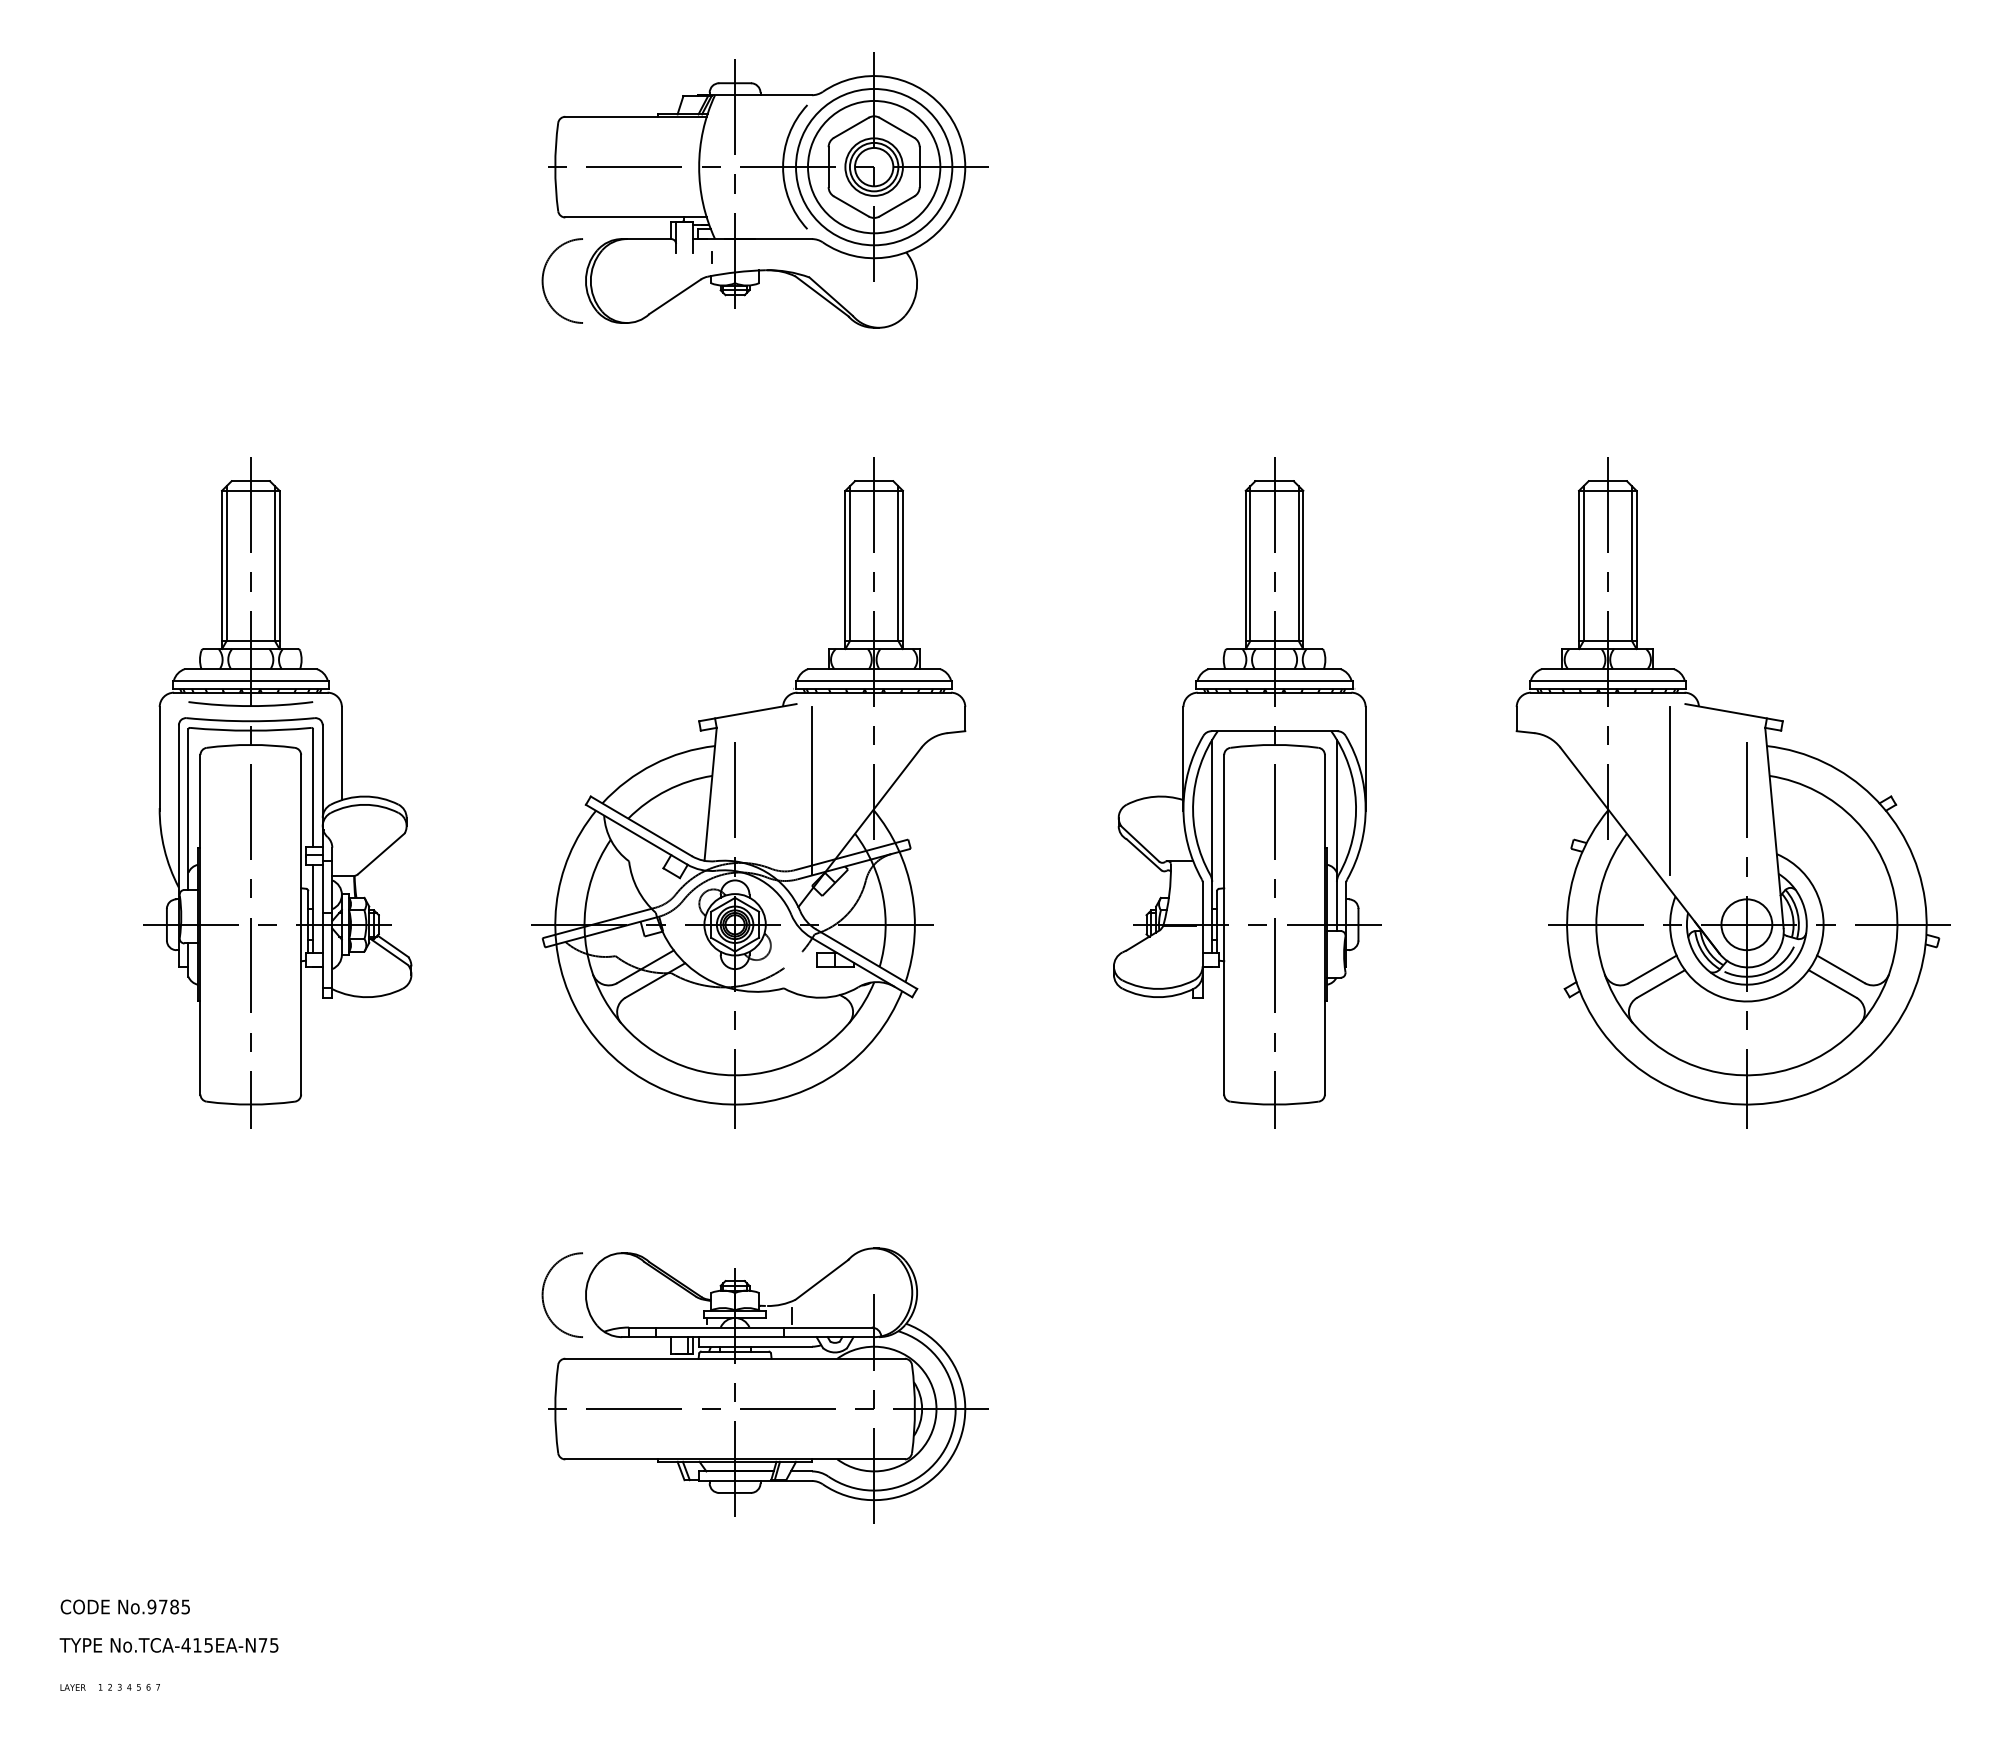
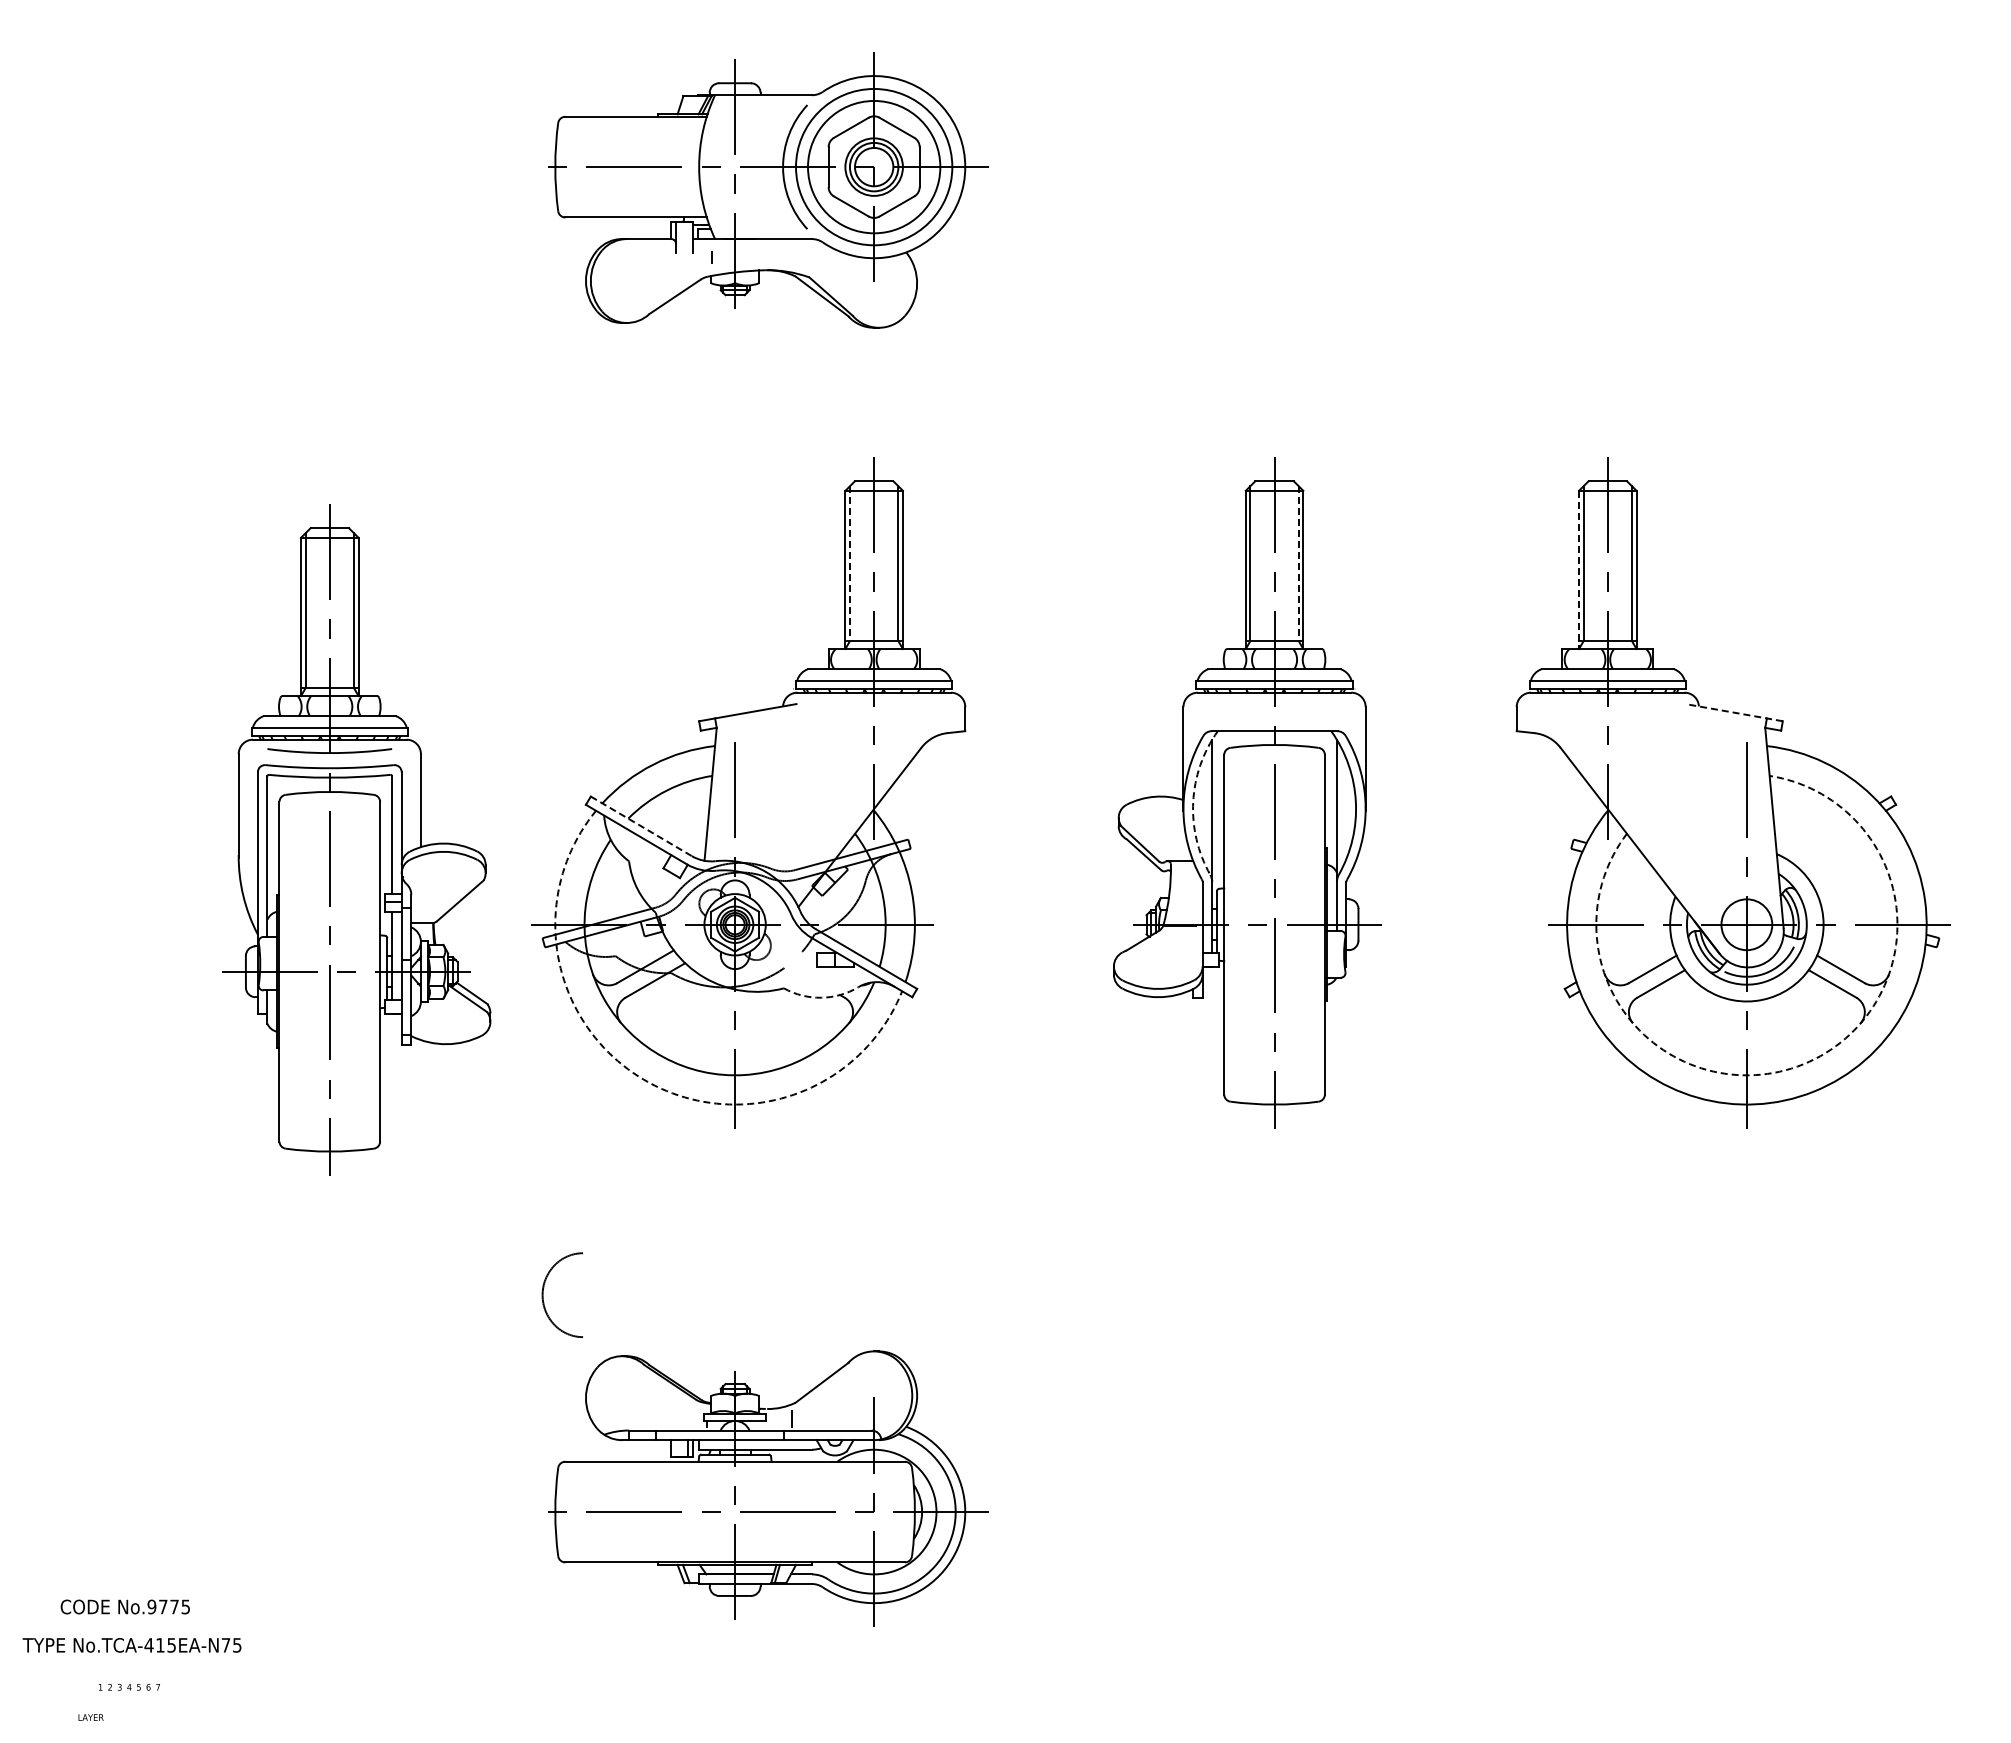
part at (543, 280): present -> none
line at (849, 564): solid -> dashed
line at (1298, 564): solid -> dashed
line at (1579, 570): solid -> dashed
line at (1733, 712): solid -> dashed
line at (811, 790): present -> none
line at (1670, 790): present -> none
part at (277, 792) position: (277, 792) -> (356, 839)
arc at (1193, 802): solid -> dashed
line at (641, 826): solid -> dashed
arc at (821, 997): solid -> dashed
arc at (1803, 1064): solid -> dashed
arc at (643, 1079): solid -> dashed
part at (768, 1385) position: (768, 1385) -> (768, 1488)
text at (174, 1606): No.9785 -> No.9775
text at (168, 1645) position: (168, 1645) -> (131, 1645)
text at (72, 1687) position: (72, 1687) -> (90, 1717)
